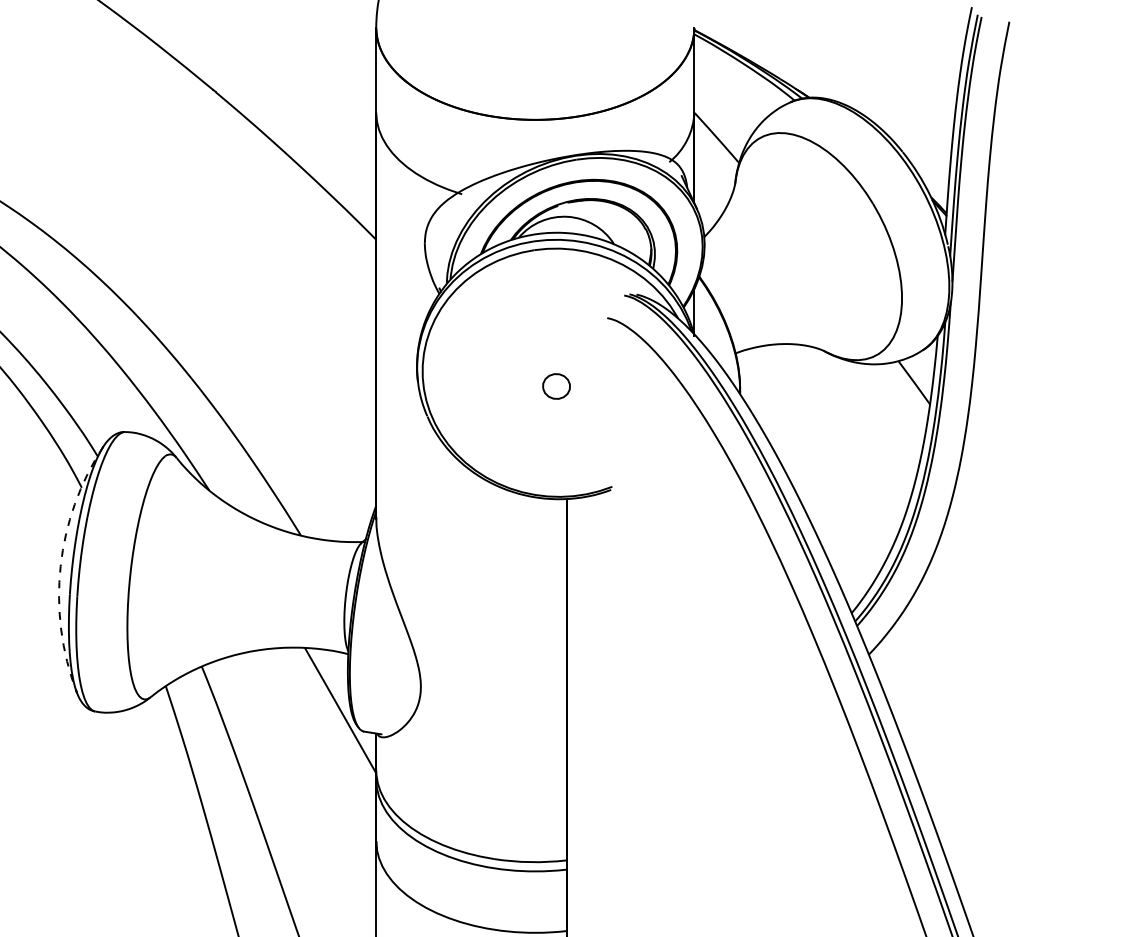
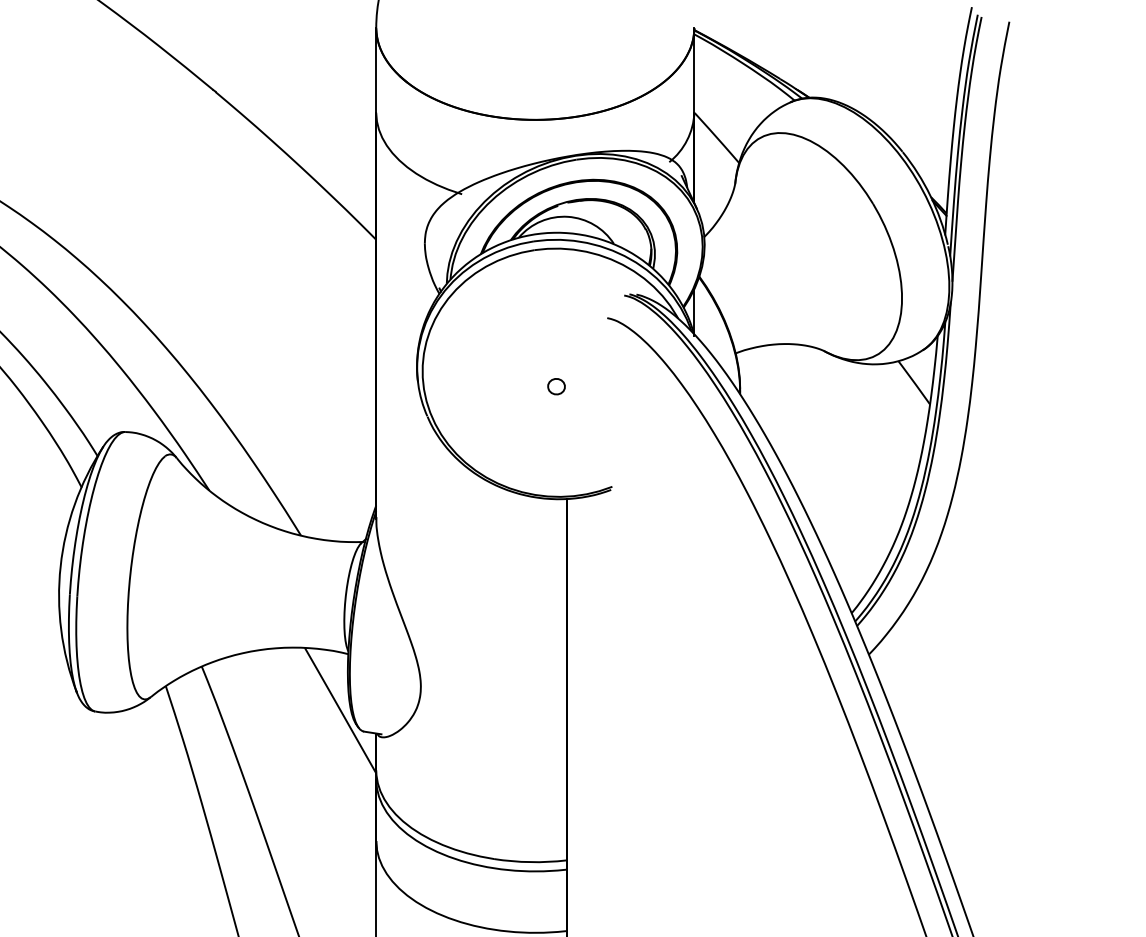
part at (556, 386) size: 29x27 px -> 19x18 px
arc at (60, 566): dashed -> solid
